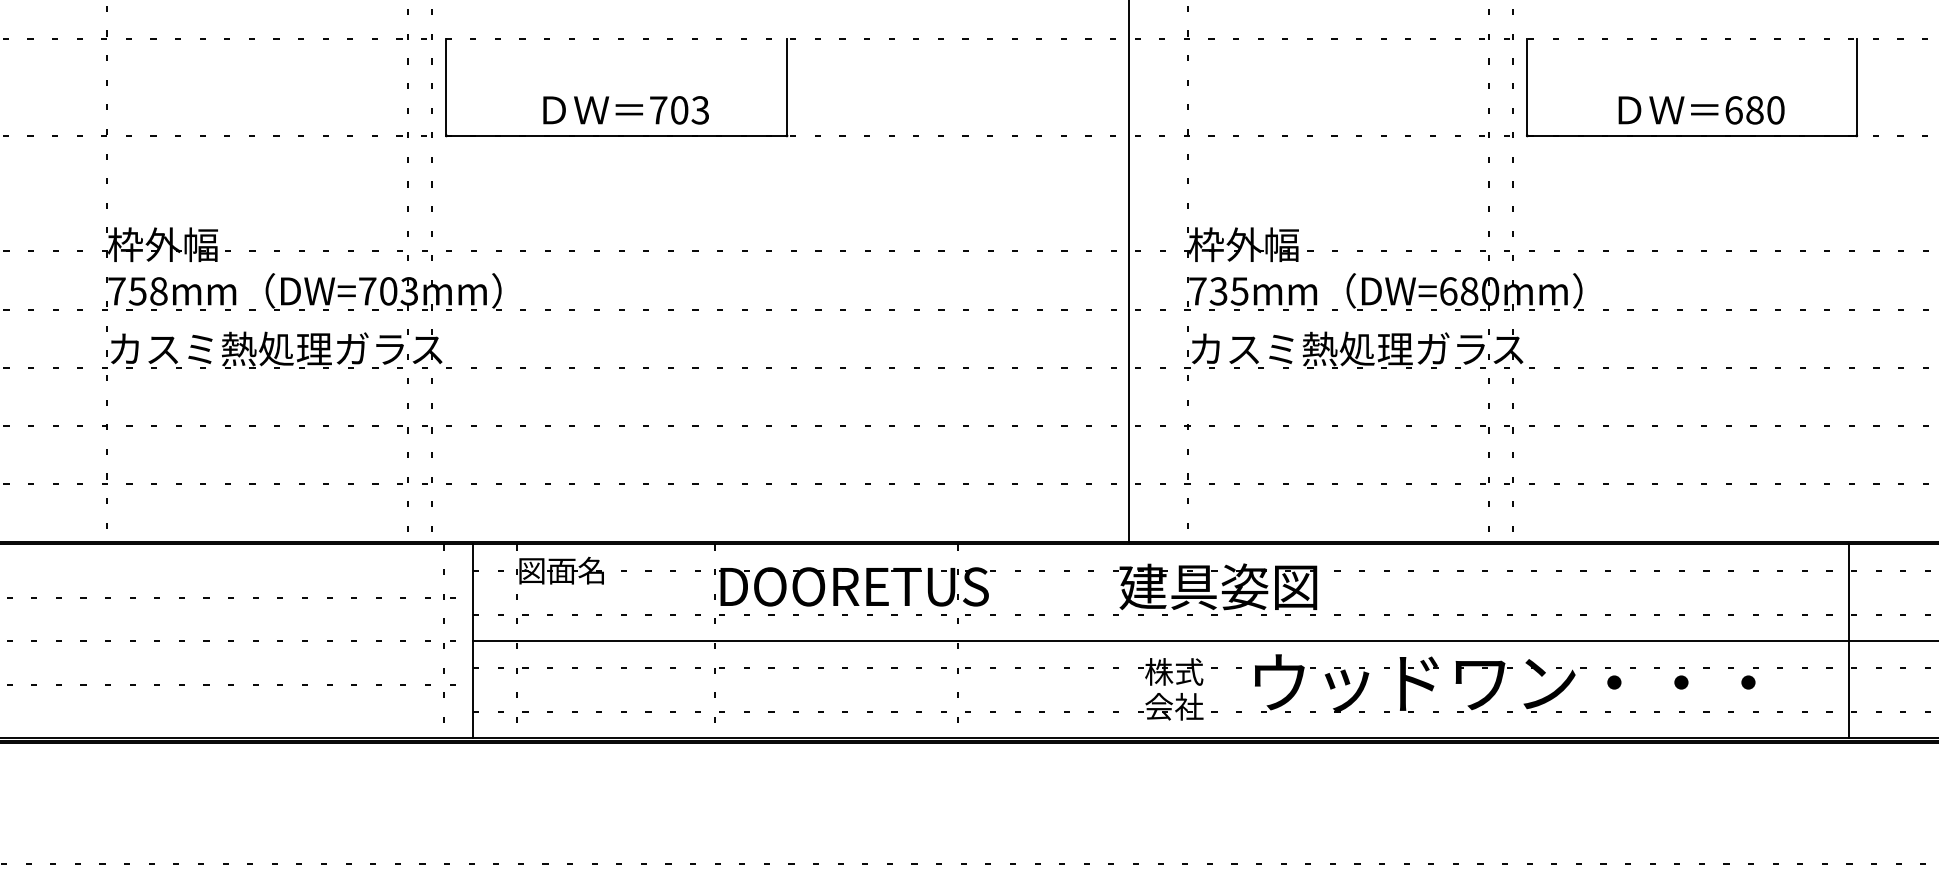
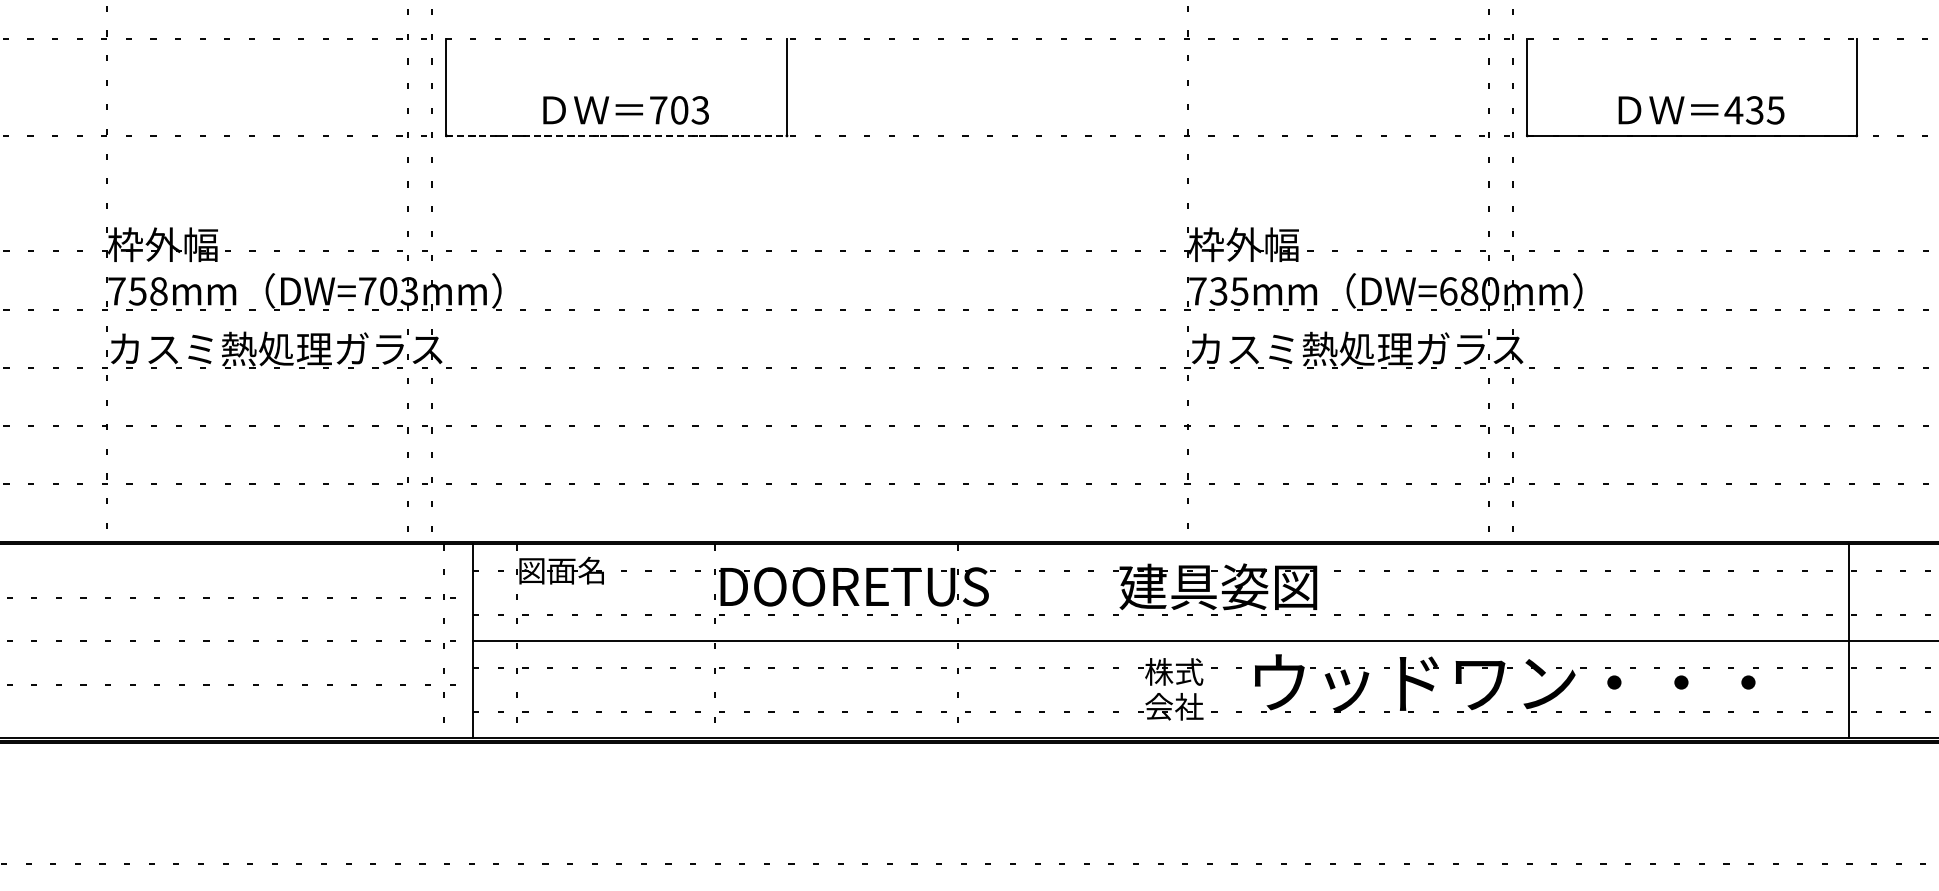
text at (1754, 110): 680 -> 435
line at (617, 135): solid -> dashed
line at (1129, 272): present -> none
